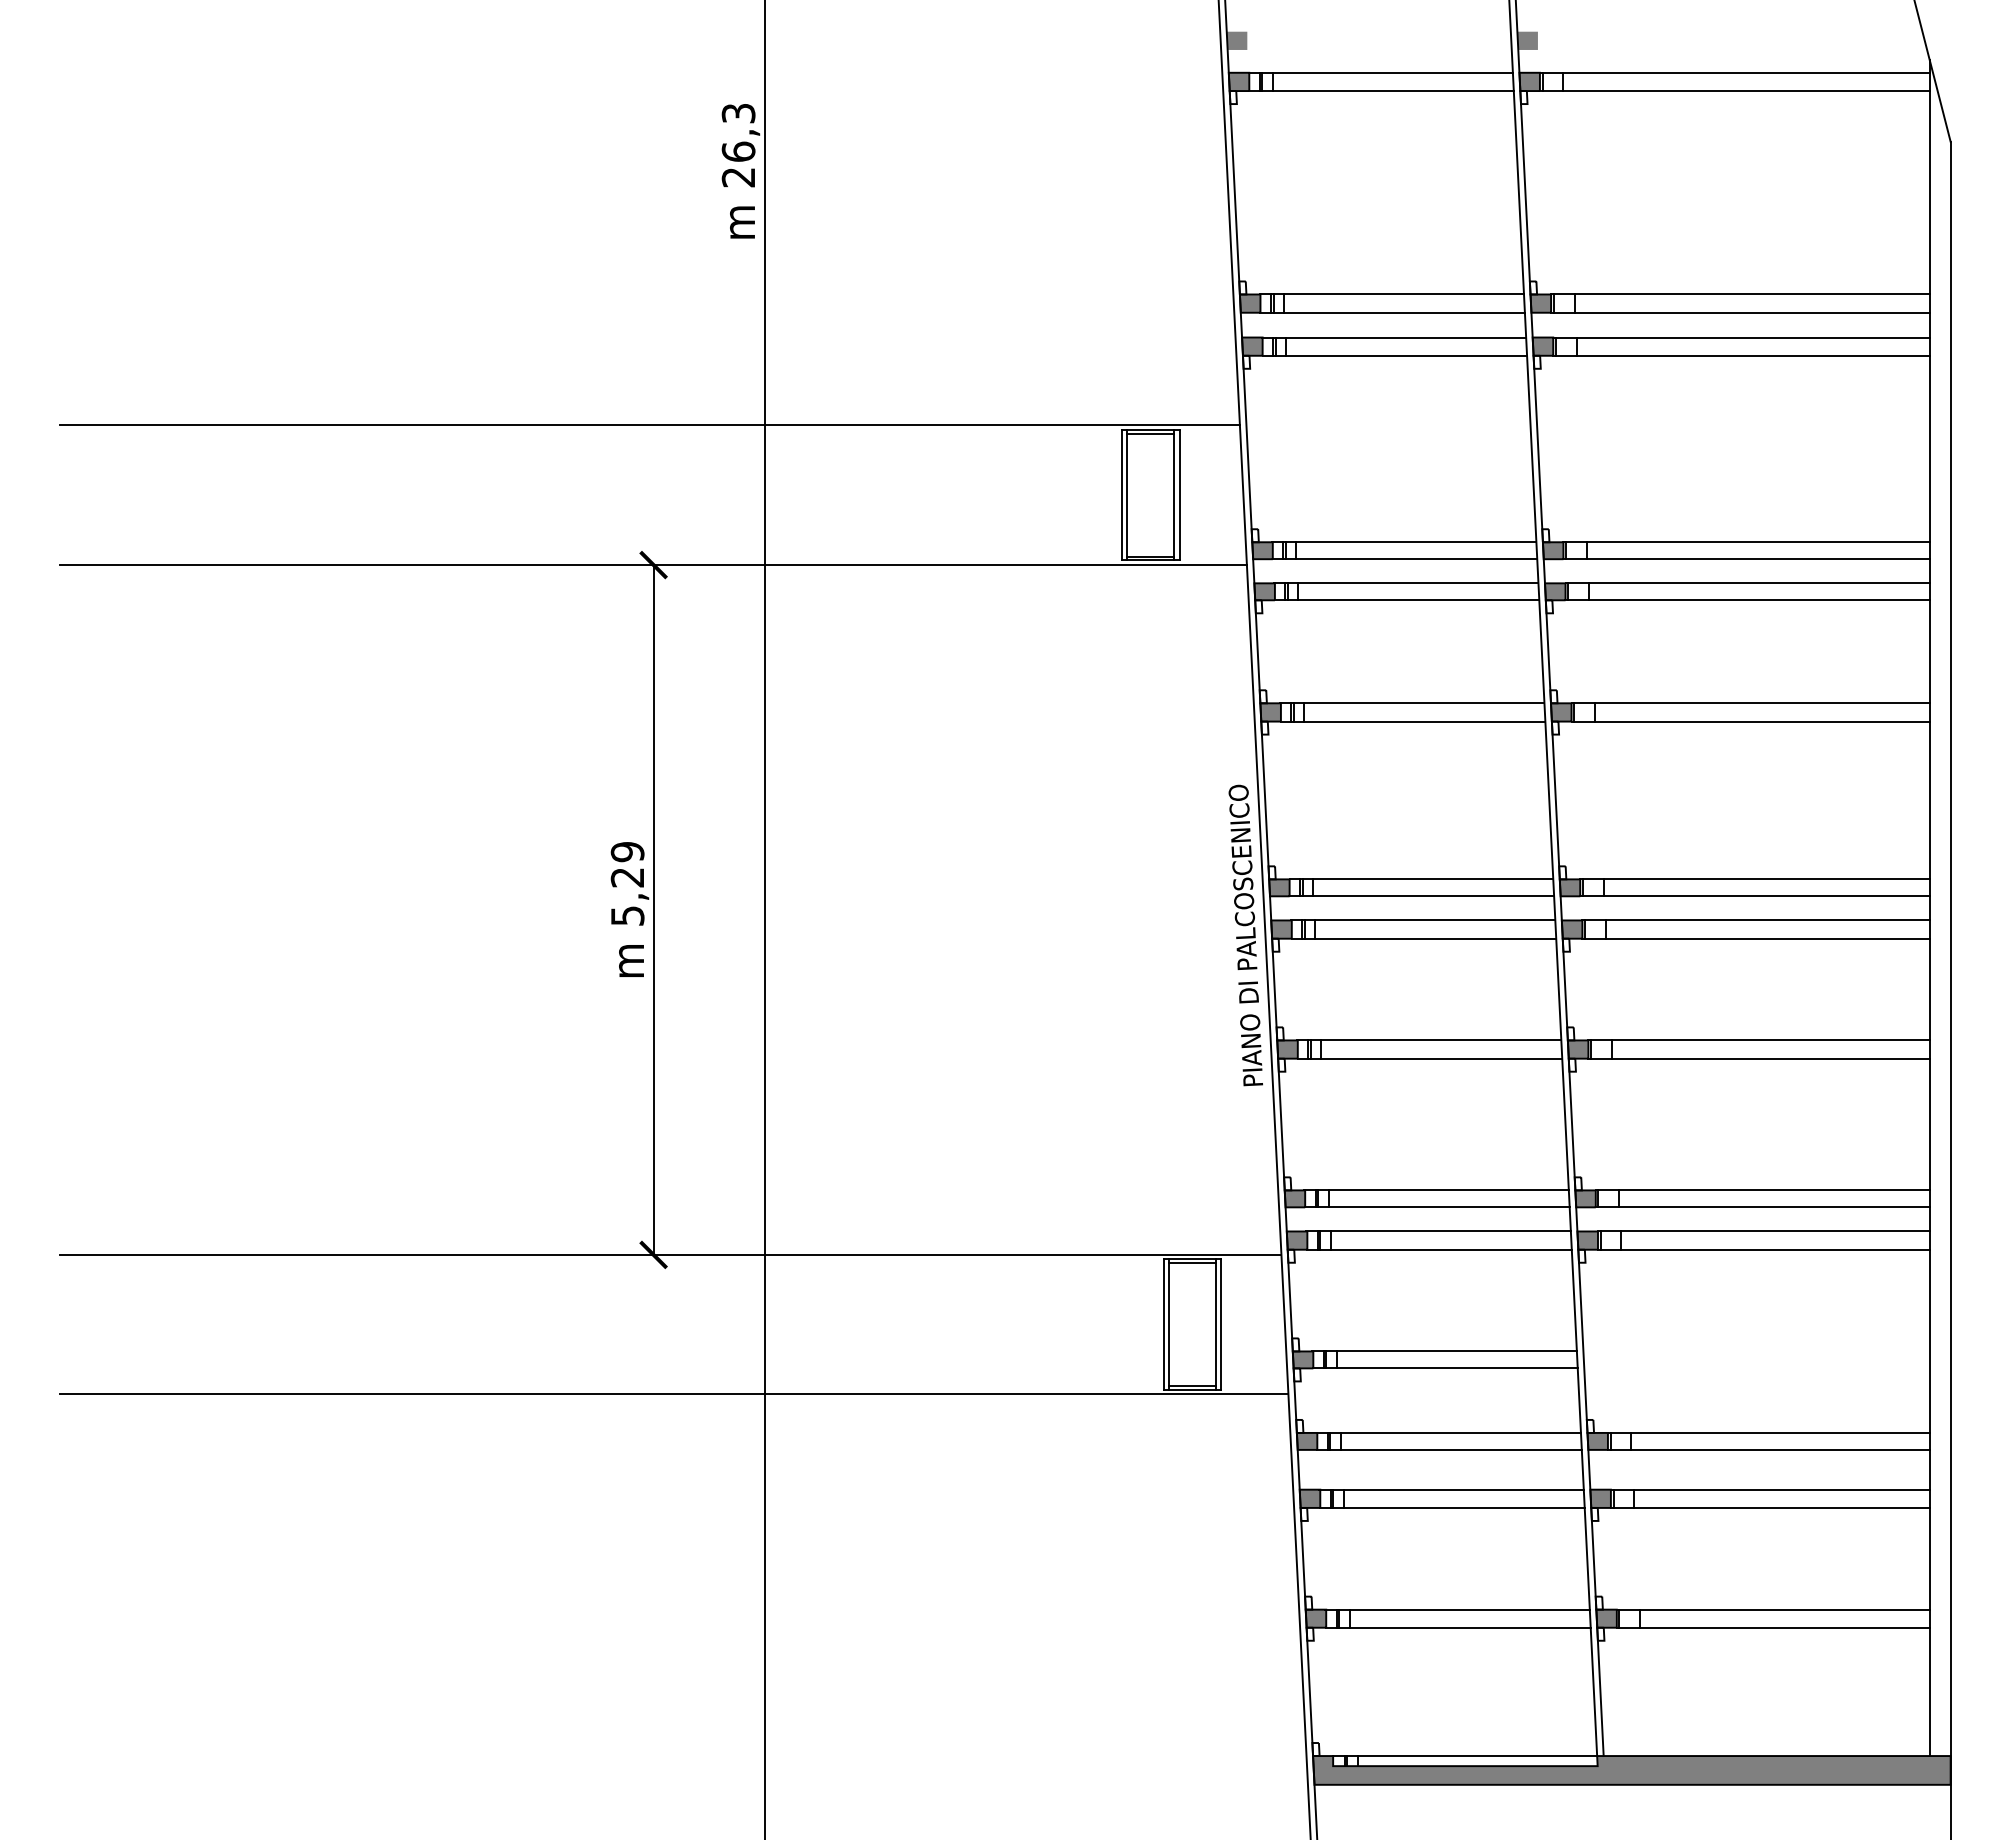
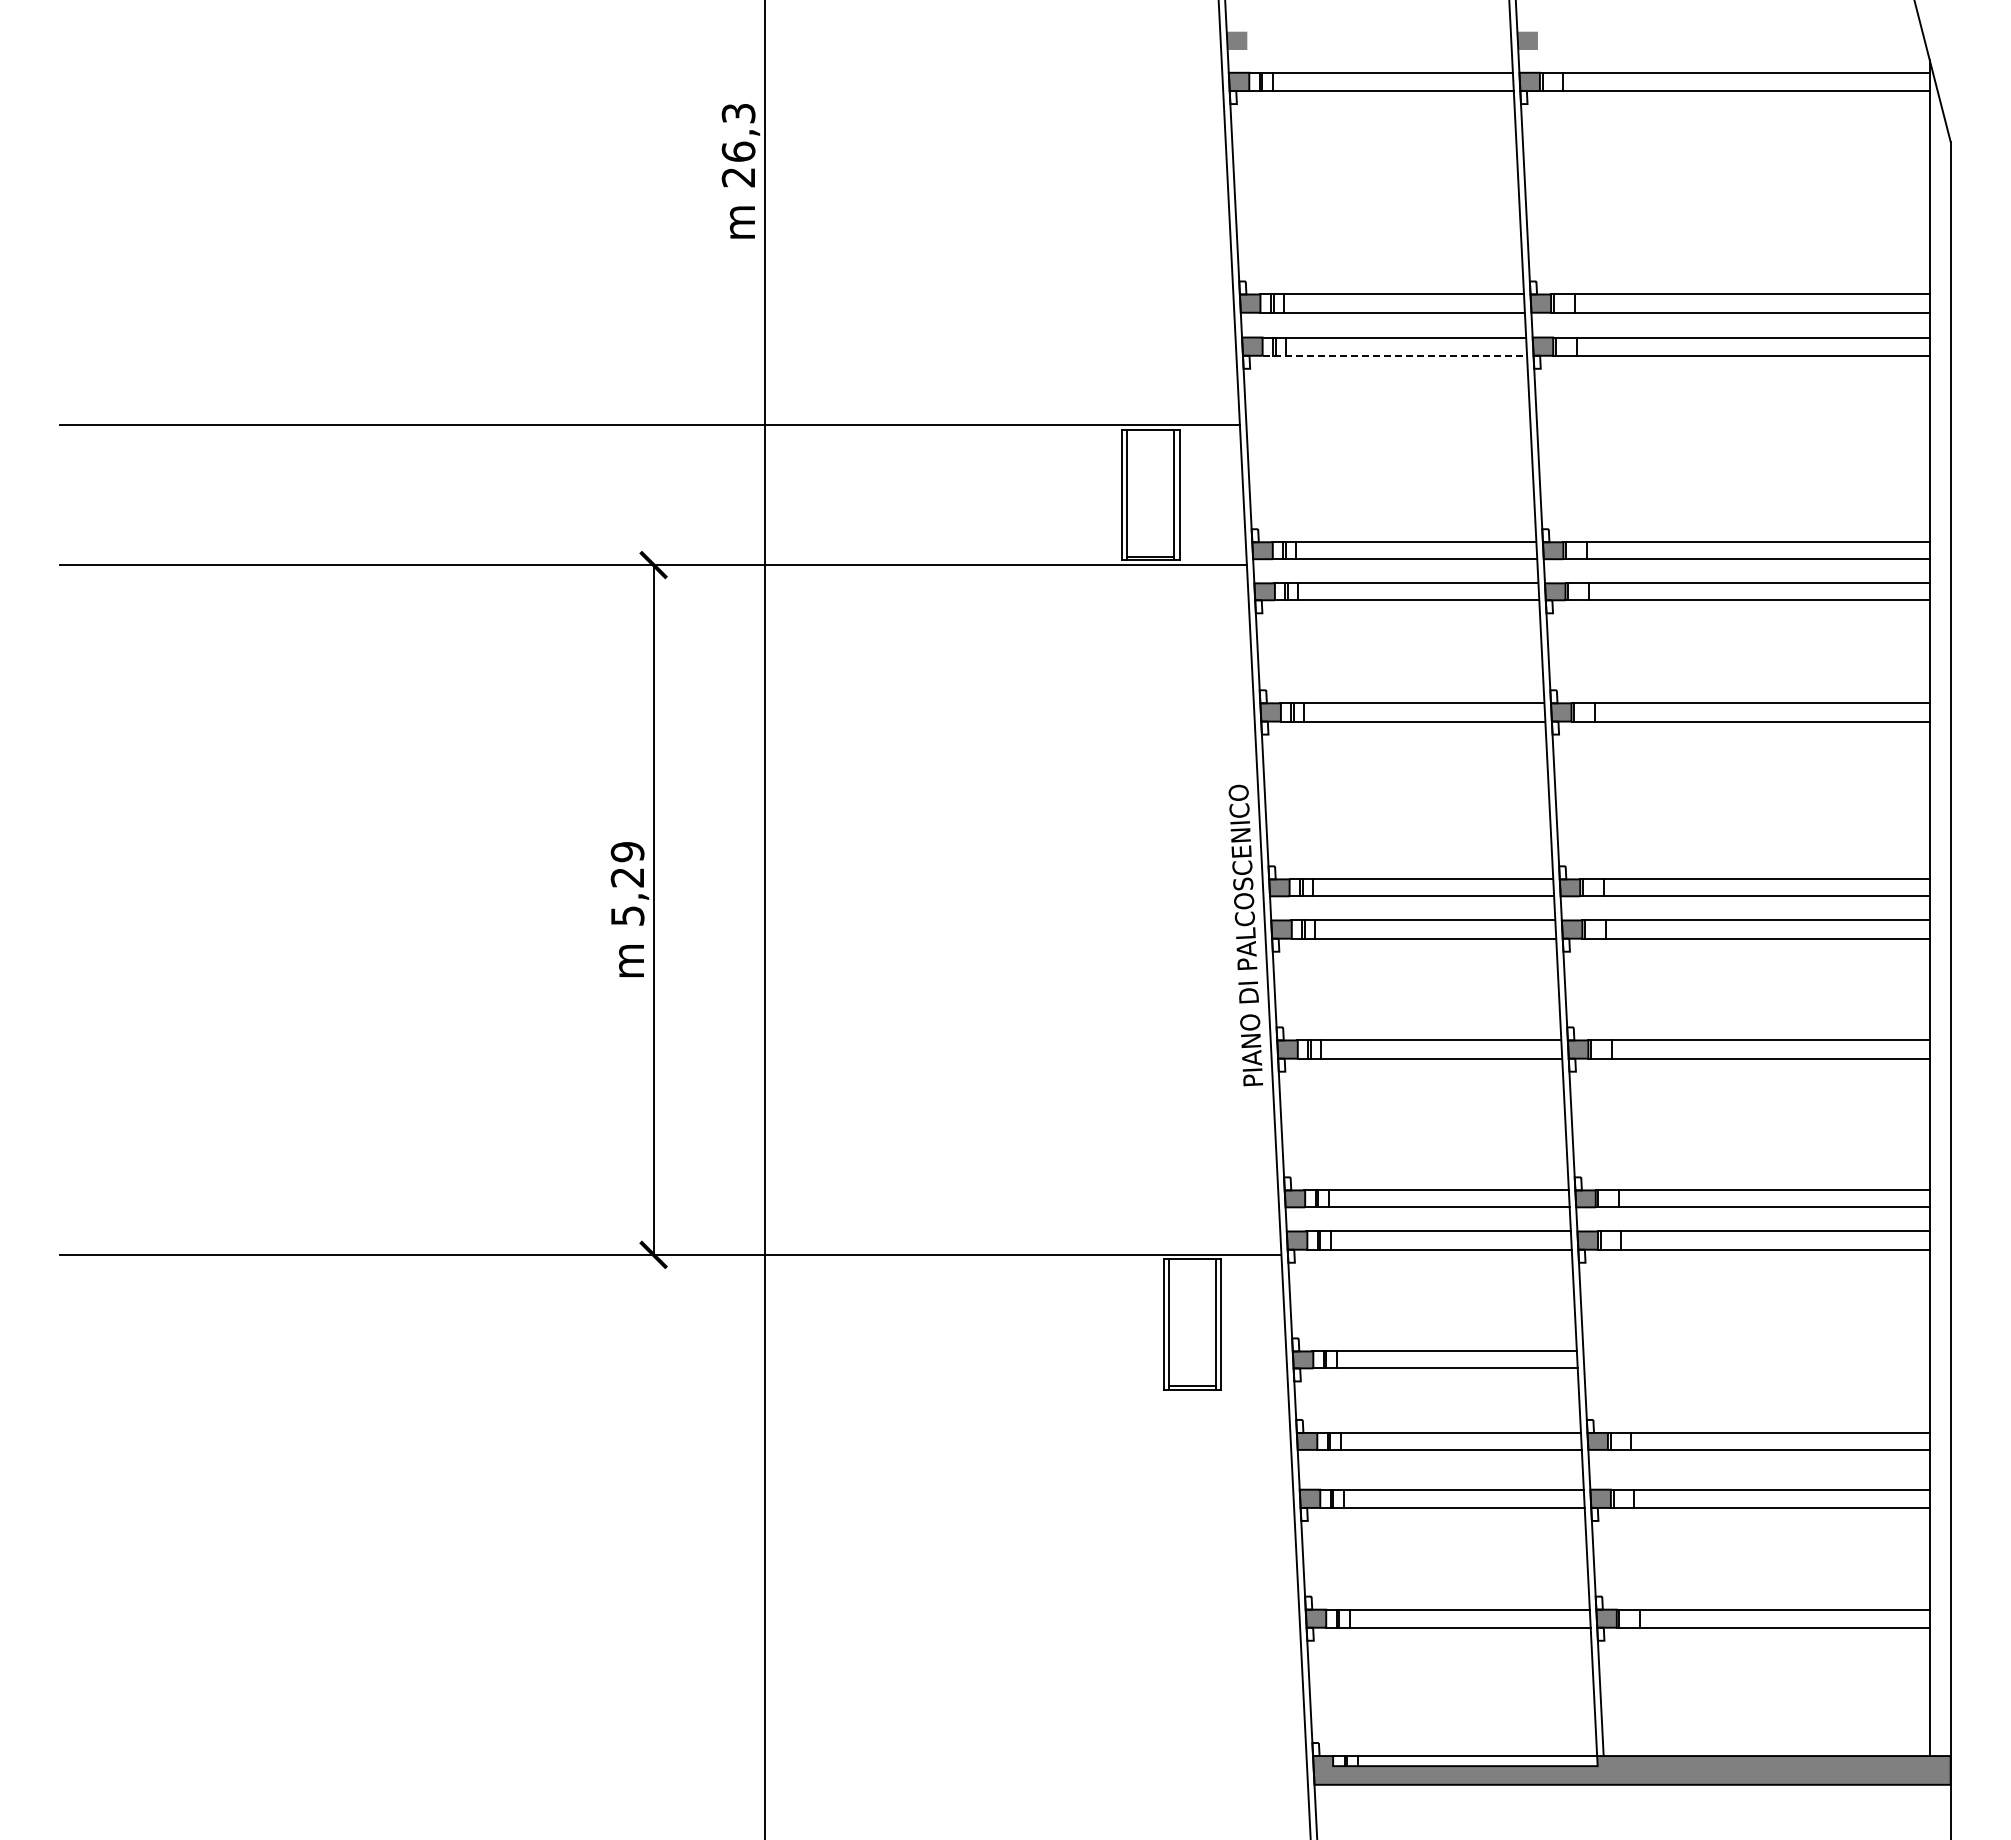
line at (1395, 355): solid -> dashed
line at (1150, 433): present -> none
line at (1191, 1263): present -> none
line at (674, 1394): present -> none
